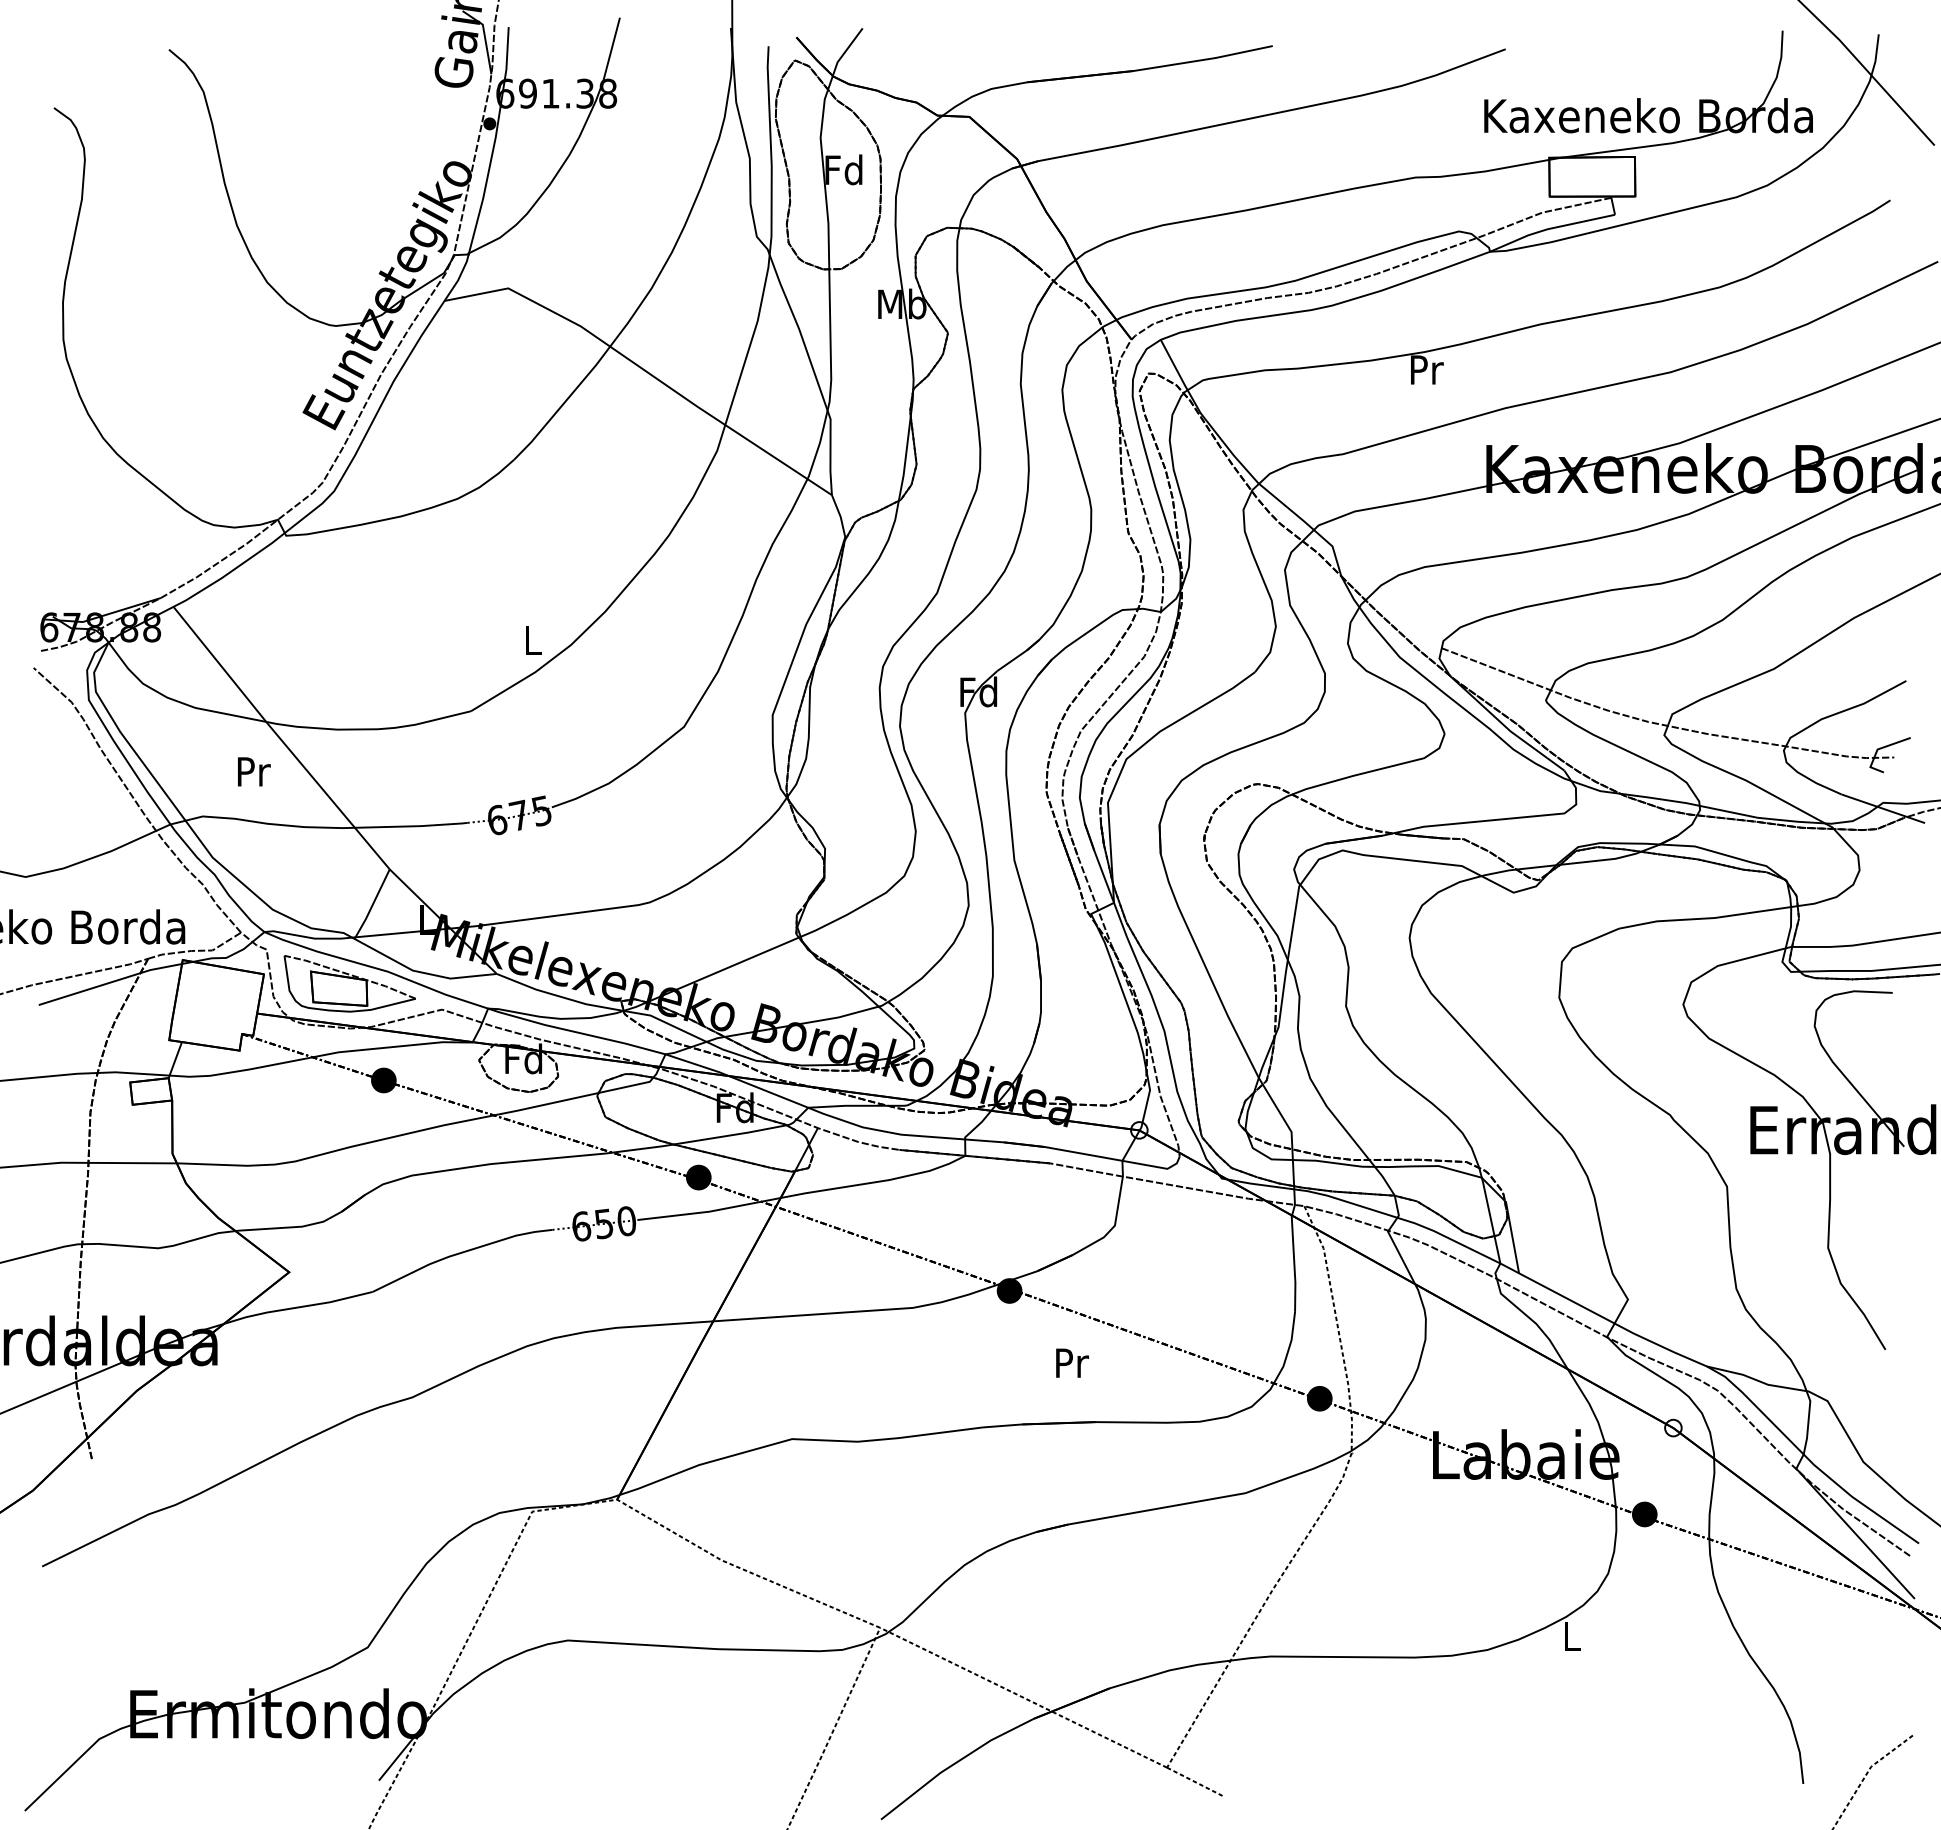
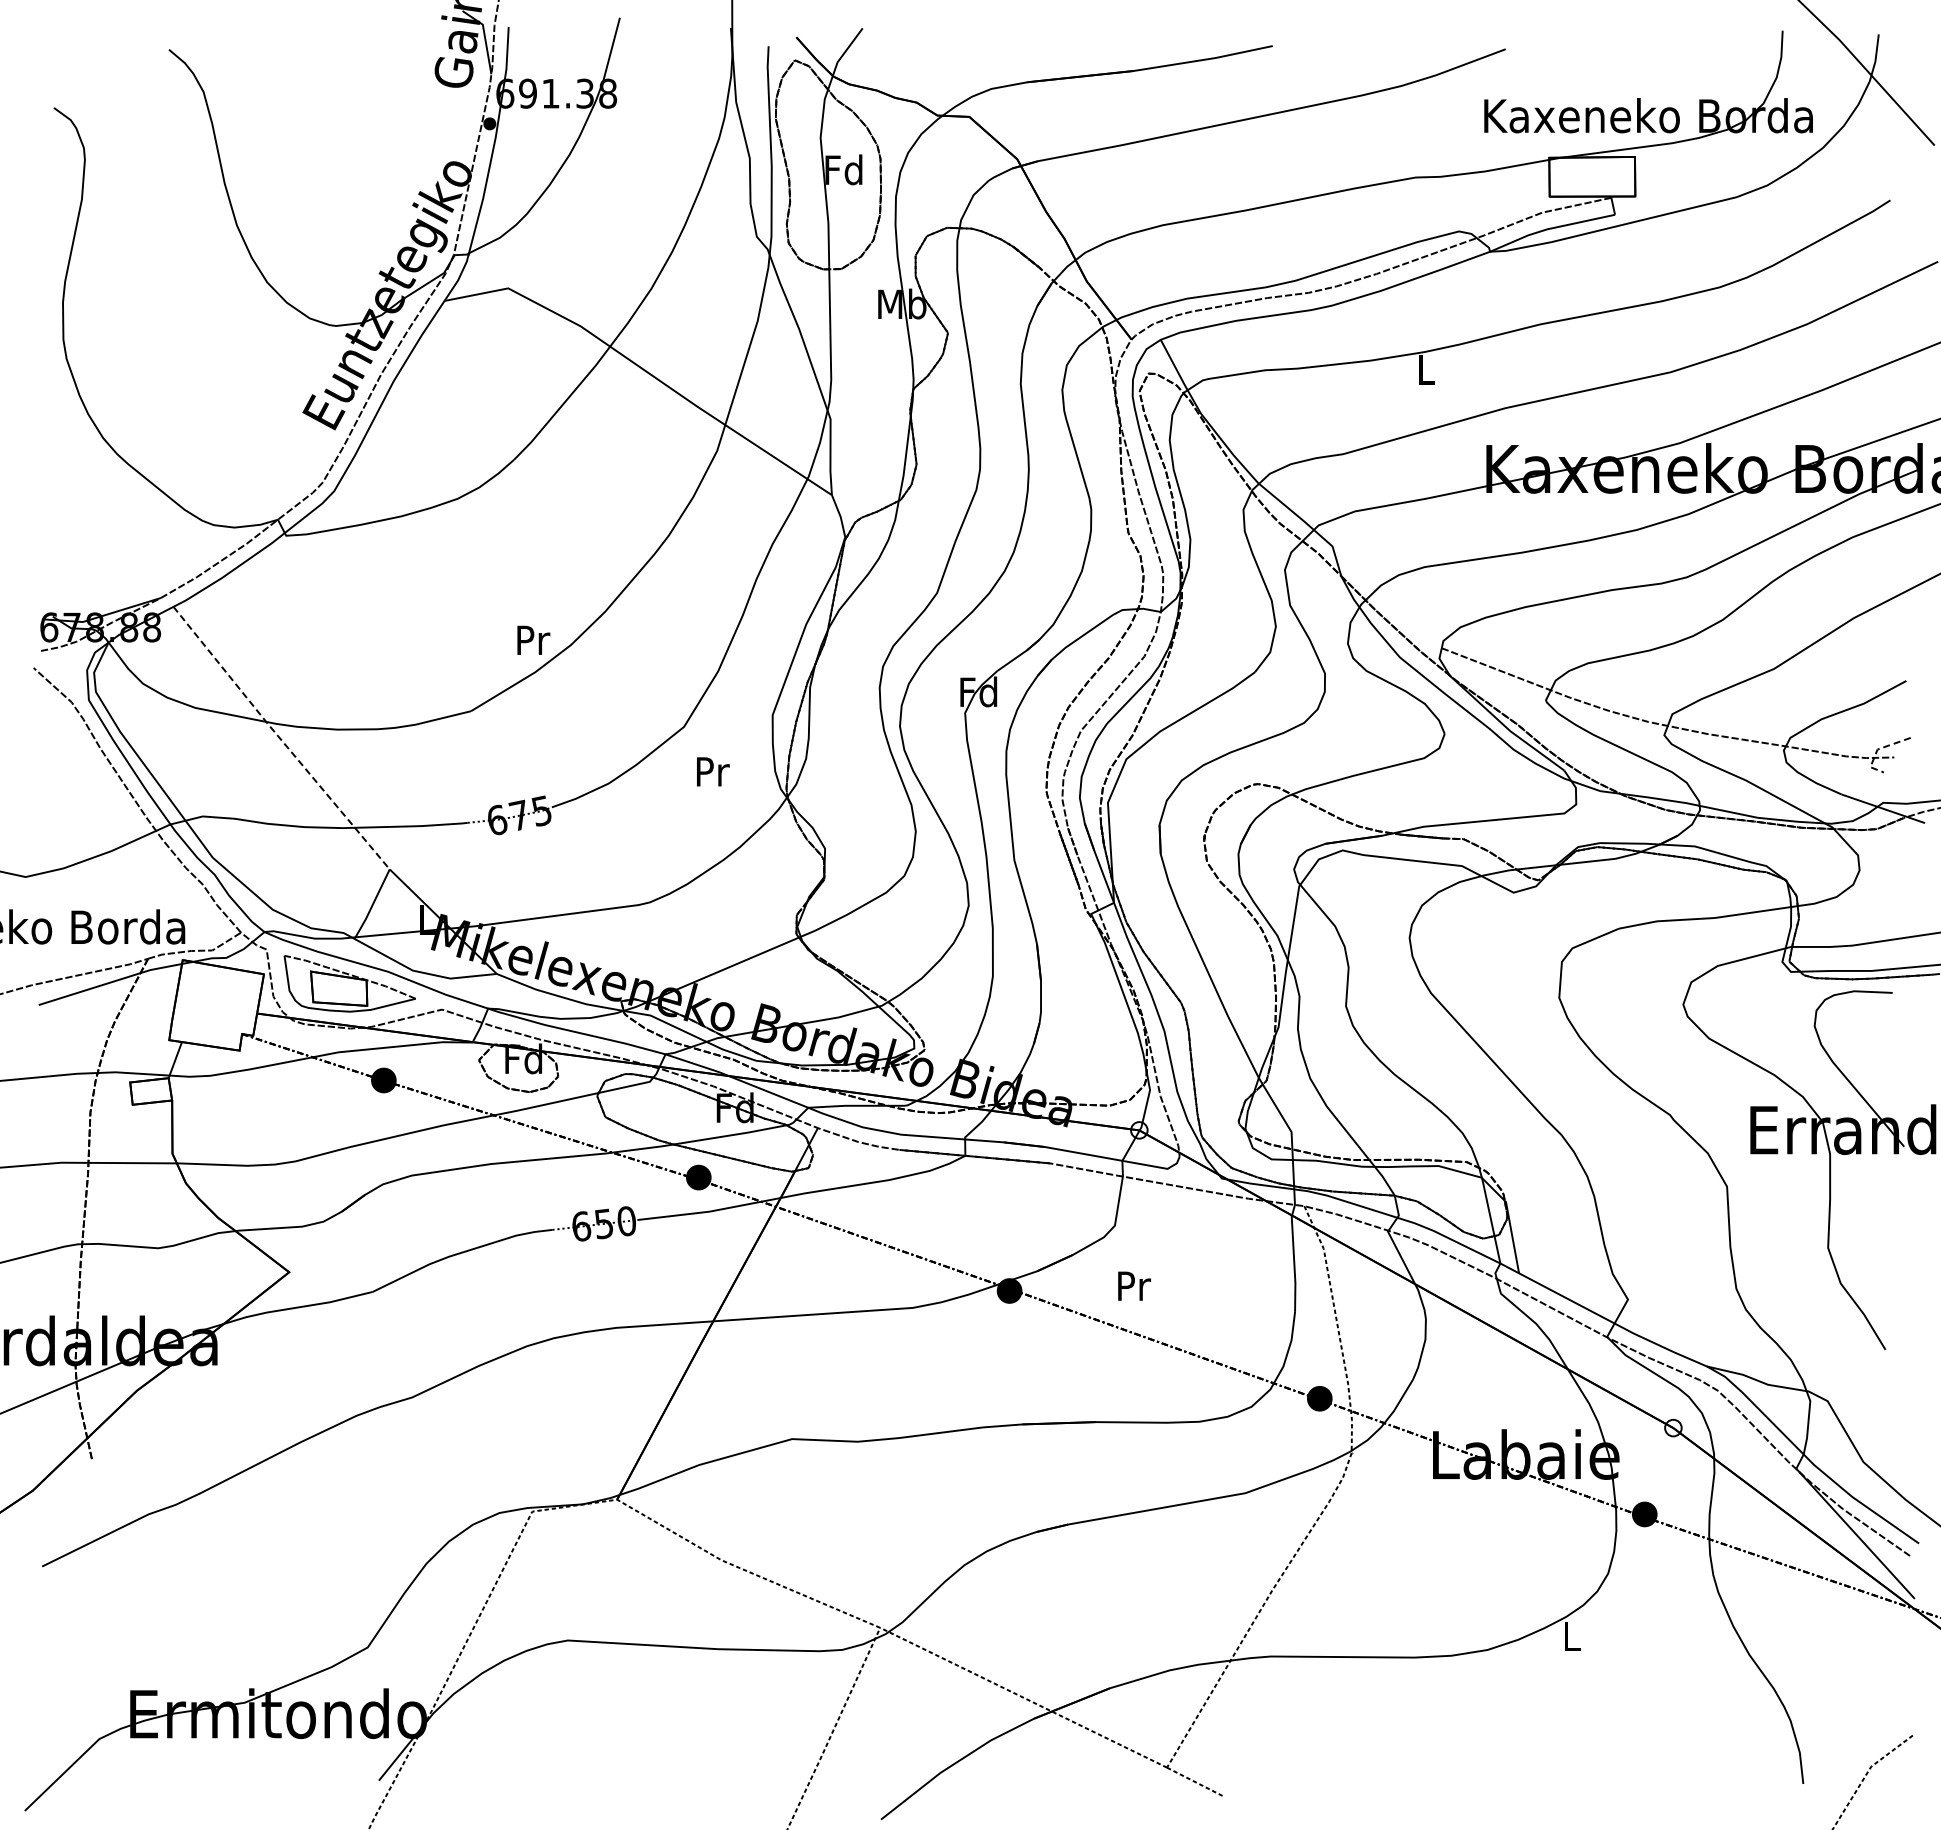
text at (1427, 369): Pr -> L
text at (533, 639): L -> Pr
line at (280, 738): solid -> dashed
line at (1877, 749): solid -> dashed
text at (254, 771) position: (254, 771) -> (713, 771)
text at (1072, 1362) position: (1072, 1362) -> (1134, 1285)
